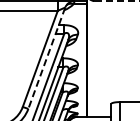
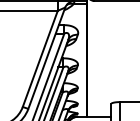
line at (116, 0): dashed -> solid
line at (46, 58): dashed -> solid
